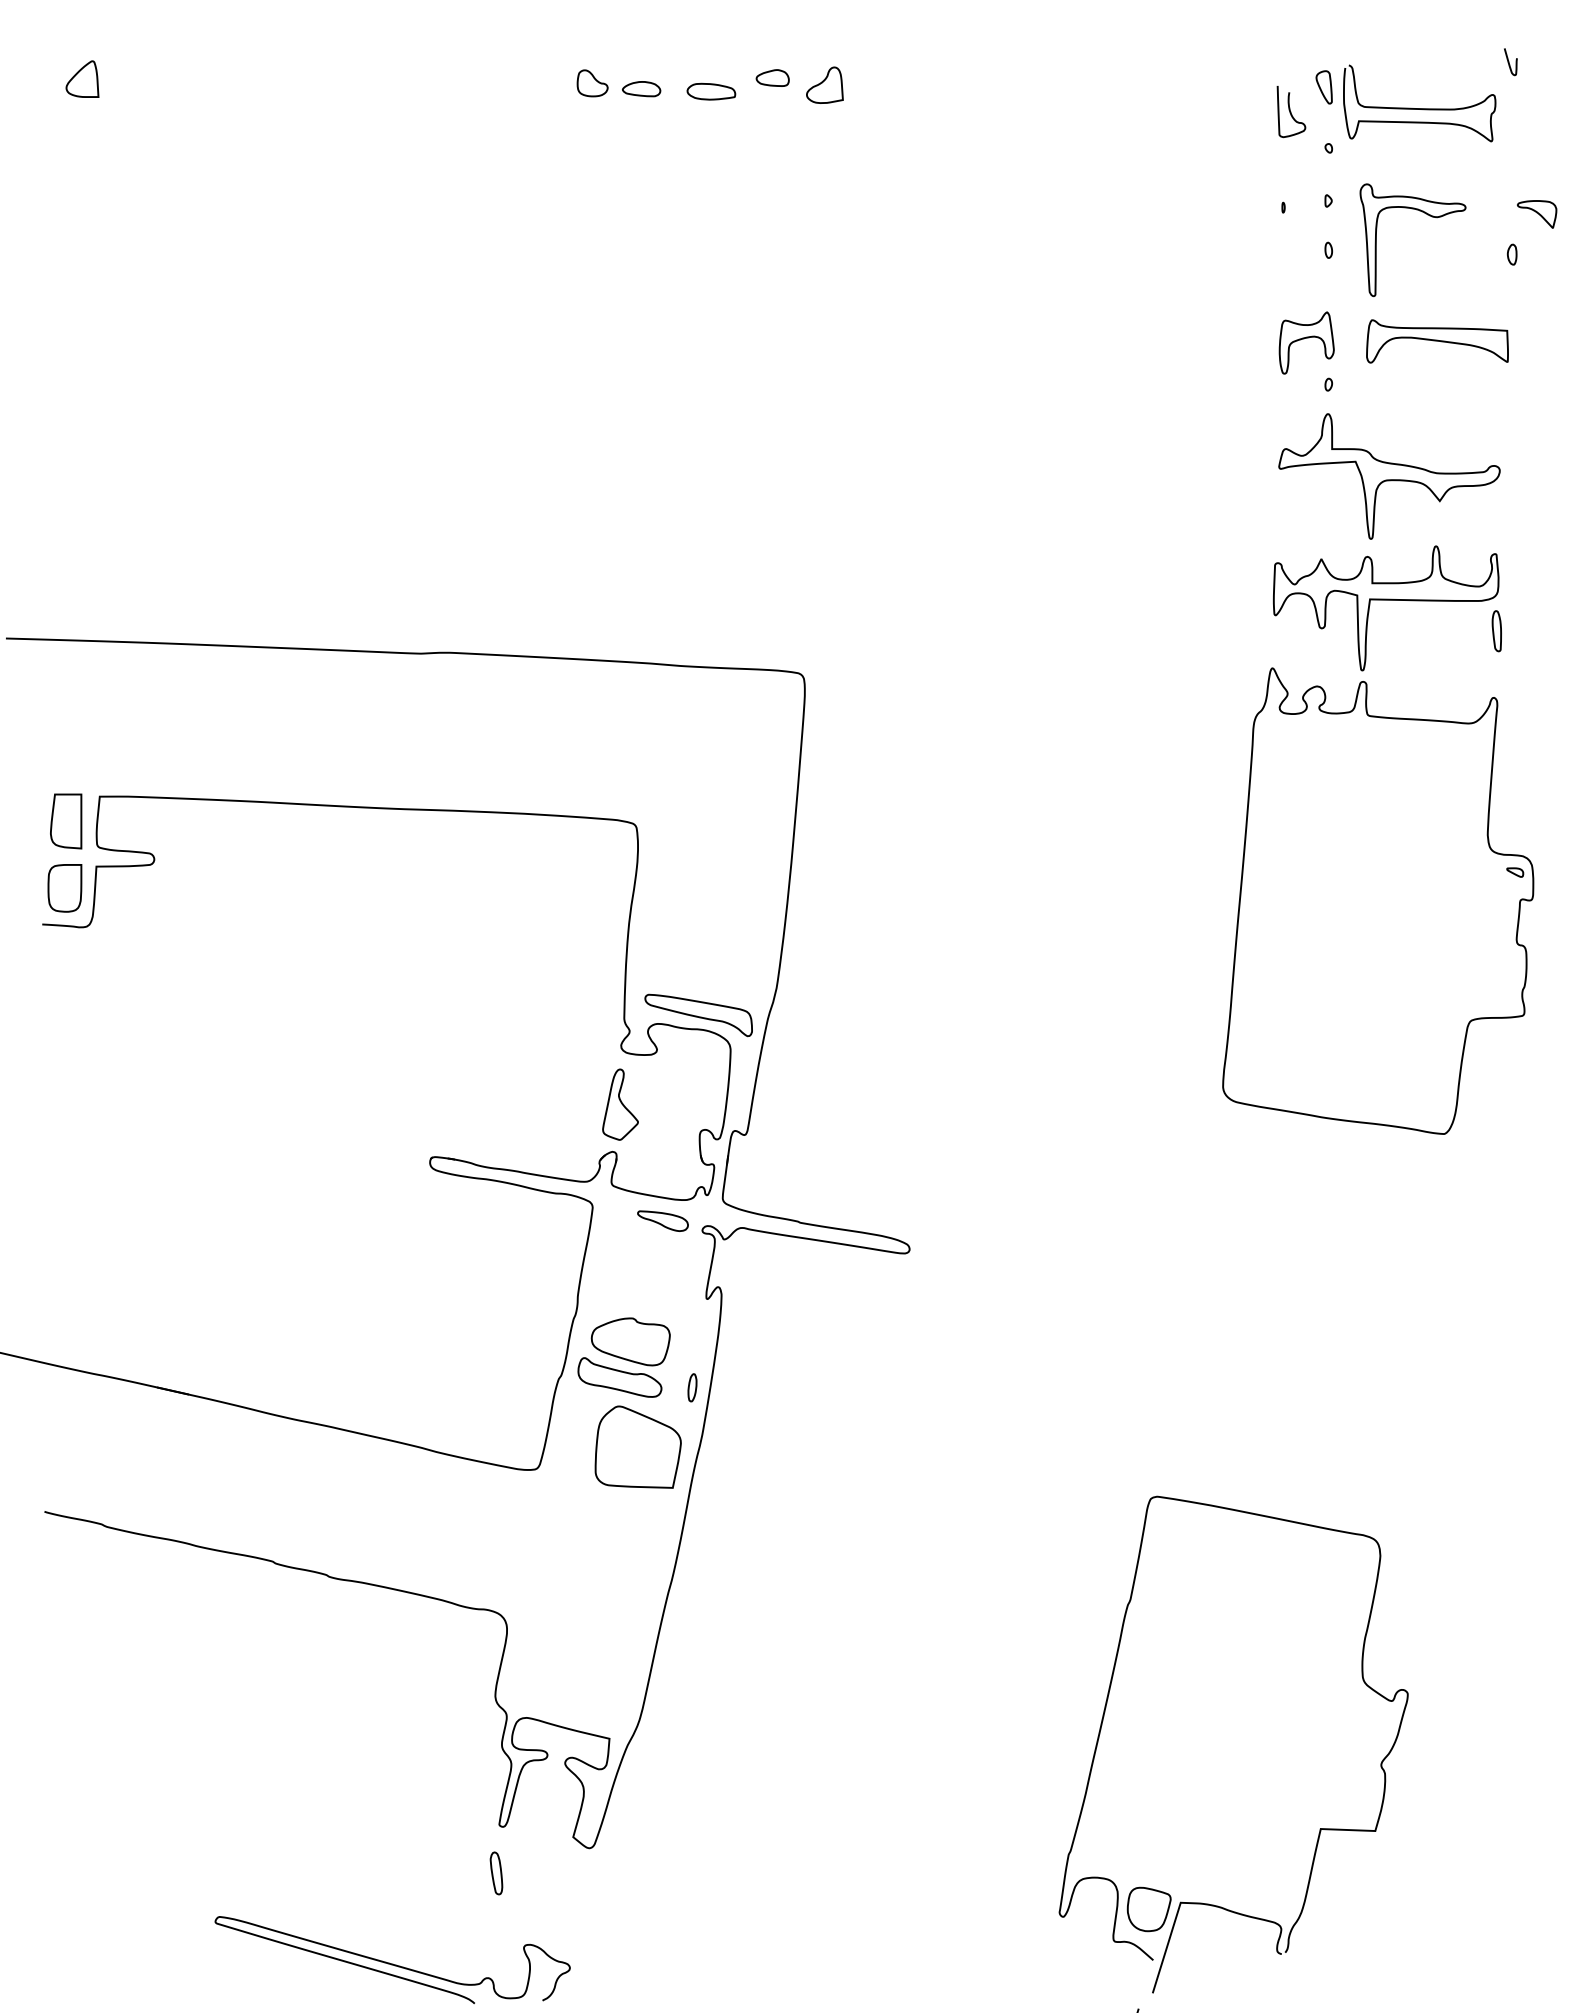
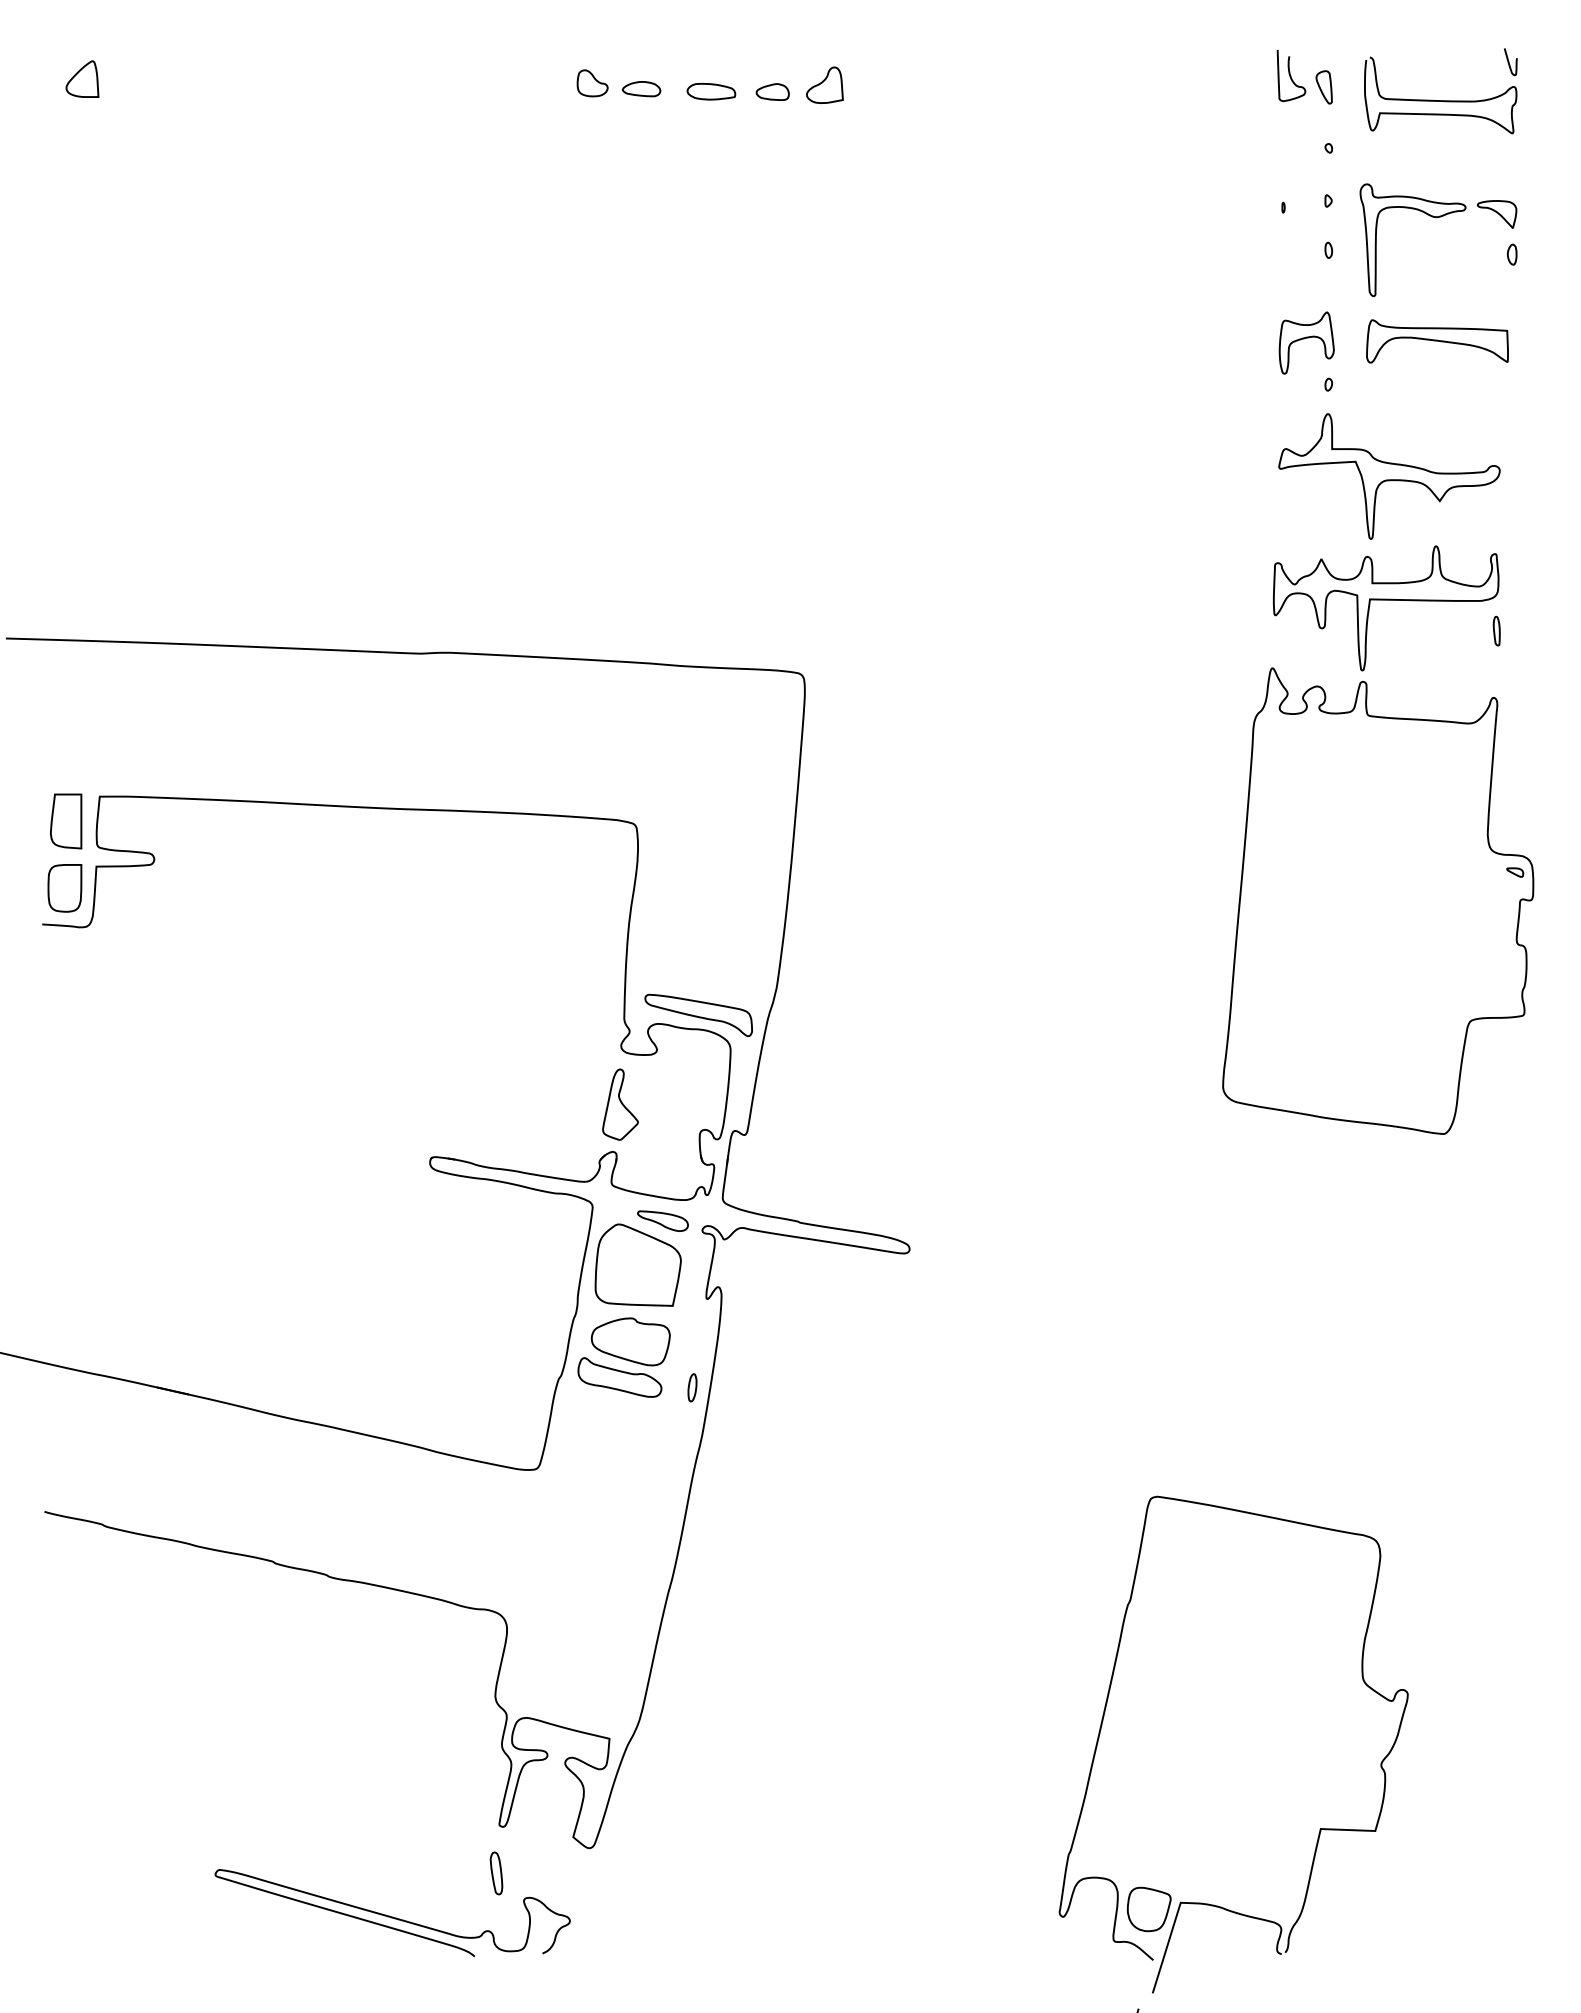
part at (772, 77) position: (772, 77) -> (772, 91)
curve at (1419, 108) position: (1419, 108) -> (1440, 100)
curve at (1291, 112) position: (1291, 112) -> (1291, 76)
part at (1537, 214) position: (1537, 214) -> (1497, 214)
part at (1496, 631) size: 11x43 px -> 9x32 px
part at (637, 1446) position: (637, 1446) -> (637, 1264)
curve at (392, 1963) position: (392, 1963) -> (392, 1916)
